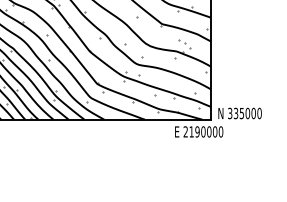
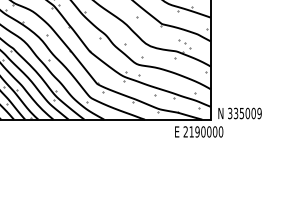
text at (259, 113): 335000 -> 335009
